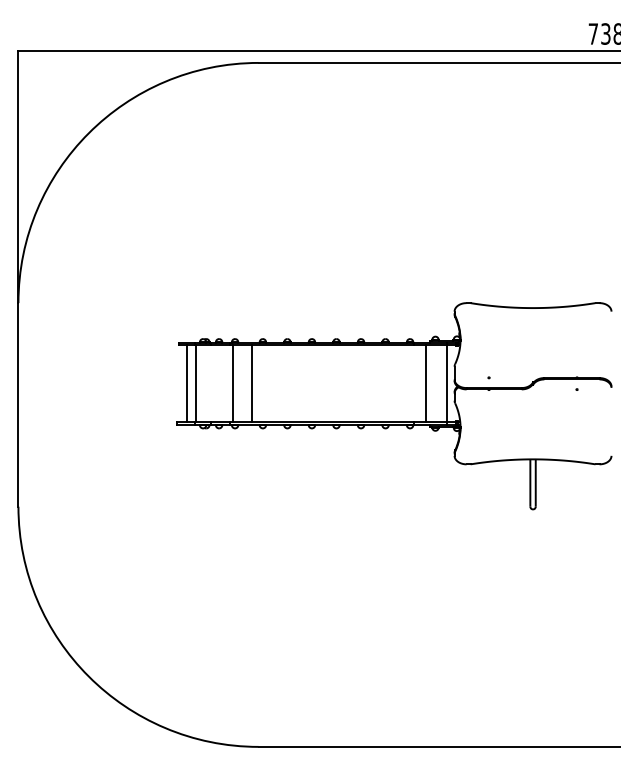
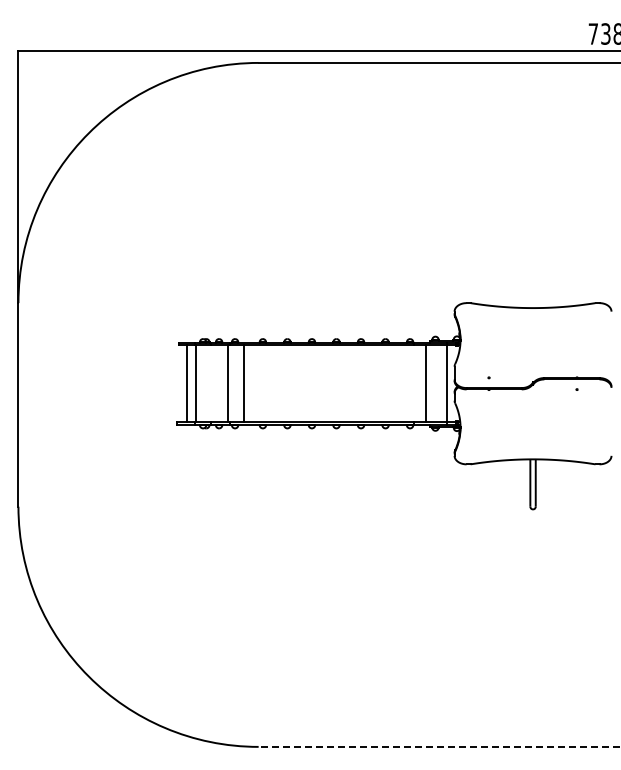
line at (233, 383) position: (233, 383) -> (228, 383)
line at (251, 383) position: (251, 383) -> (243, 383)
line at (439, 746): solid -> dashed
